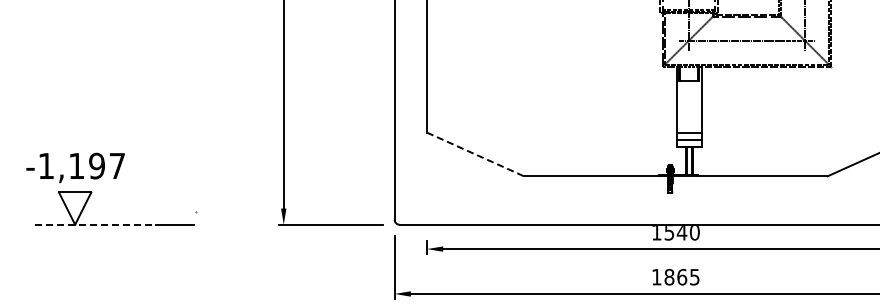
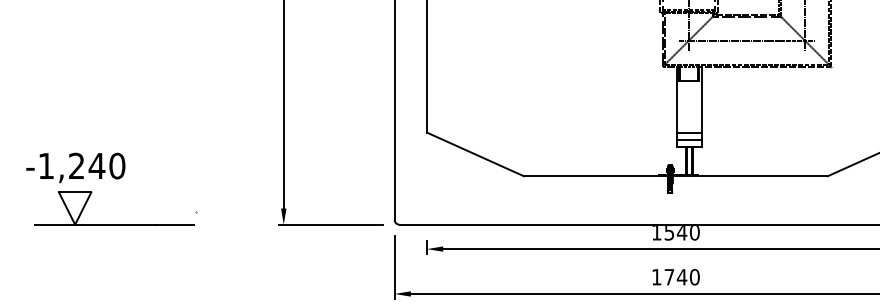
line at (475, 154): dashed -> solid
text at (97, 165): -1,197 -> -1,240
line at (95, 224): dashed -> solid
text at (681, 276): 1865 -> 1740
